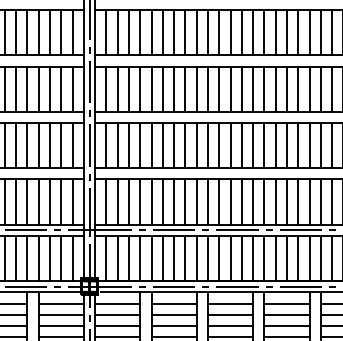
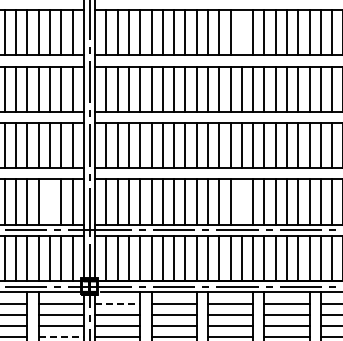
line at (241, 32): present -> none
line at (50, 201): present -> none
line at (241, 201): present -> none
line at (117, 303): solid -> dashed
line at (61, 337): solid -> dashed
